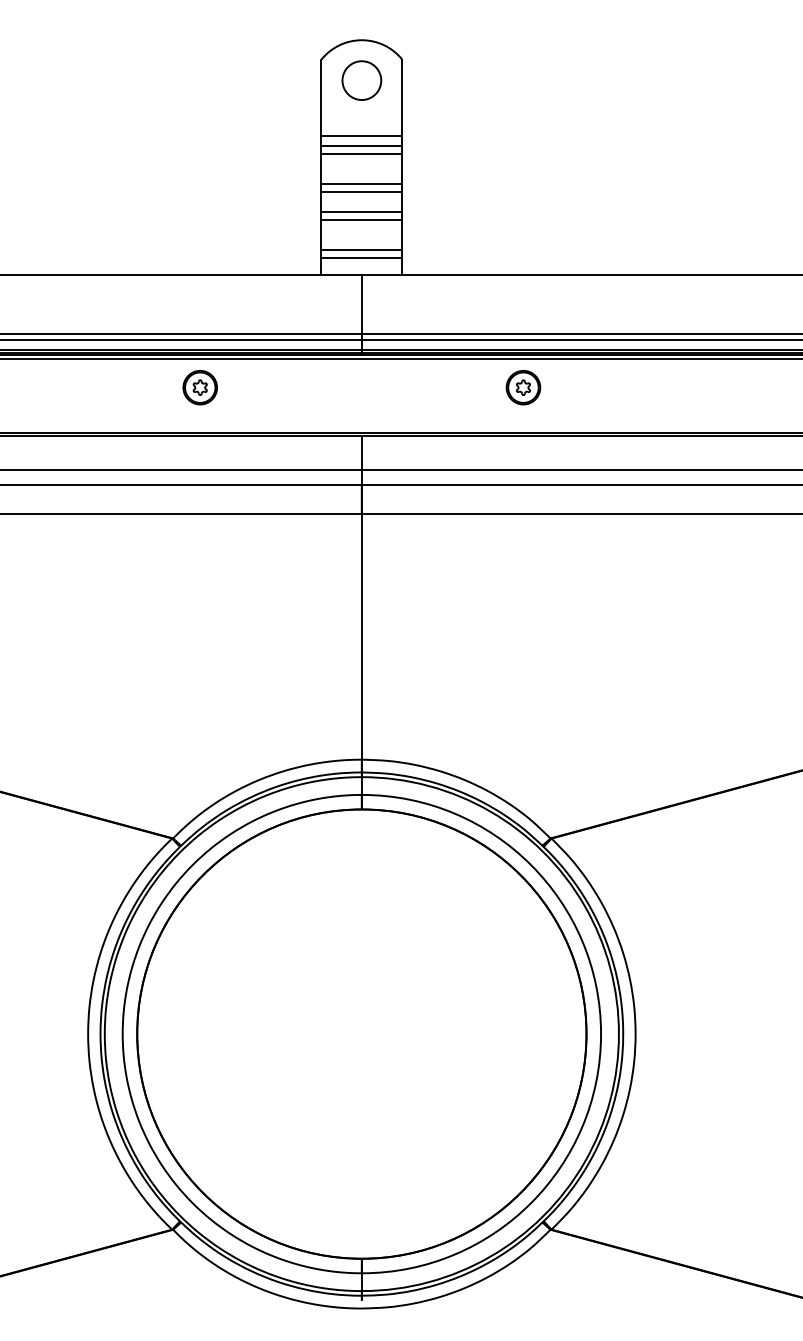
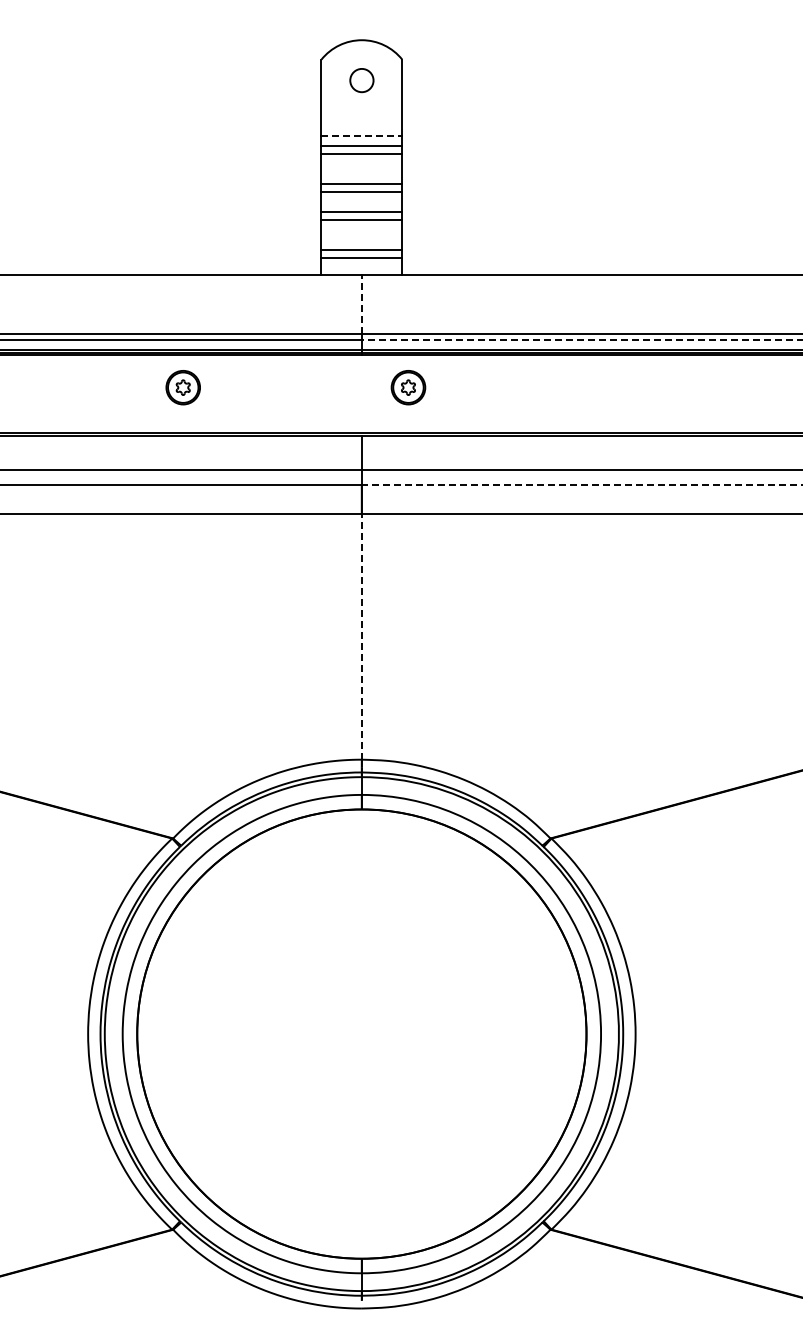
circle at (361, 80) size: 42x41 px -> 26x26 px
line at (362, 135): solid -> dashed
line at (361, 304): solid -> dashed
line at (581, 340): solid -> dashed
line at (400, 358): present -> none
part at (199, 387) position: (199, 387) -> (182, 387)
part at (523, 387) position: (523, 387) -> (408, 387)
line at (581, 484): solid -> dashed
line at (361, 636): solid -> dashed
